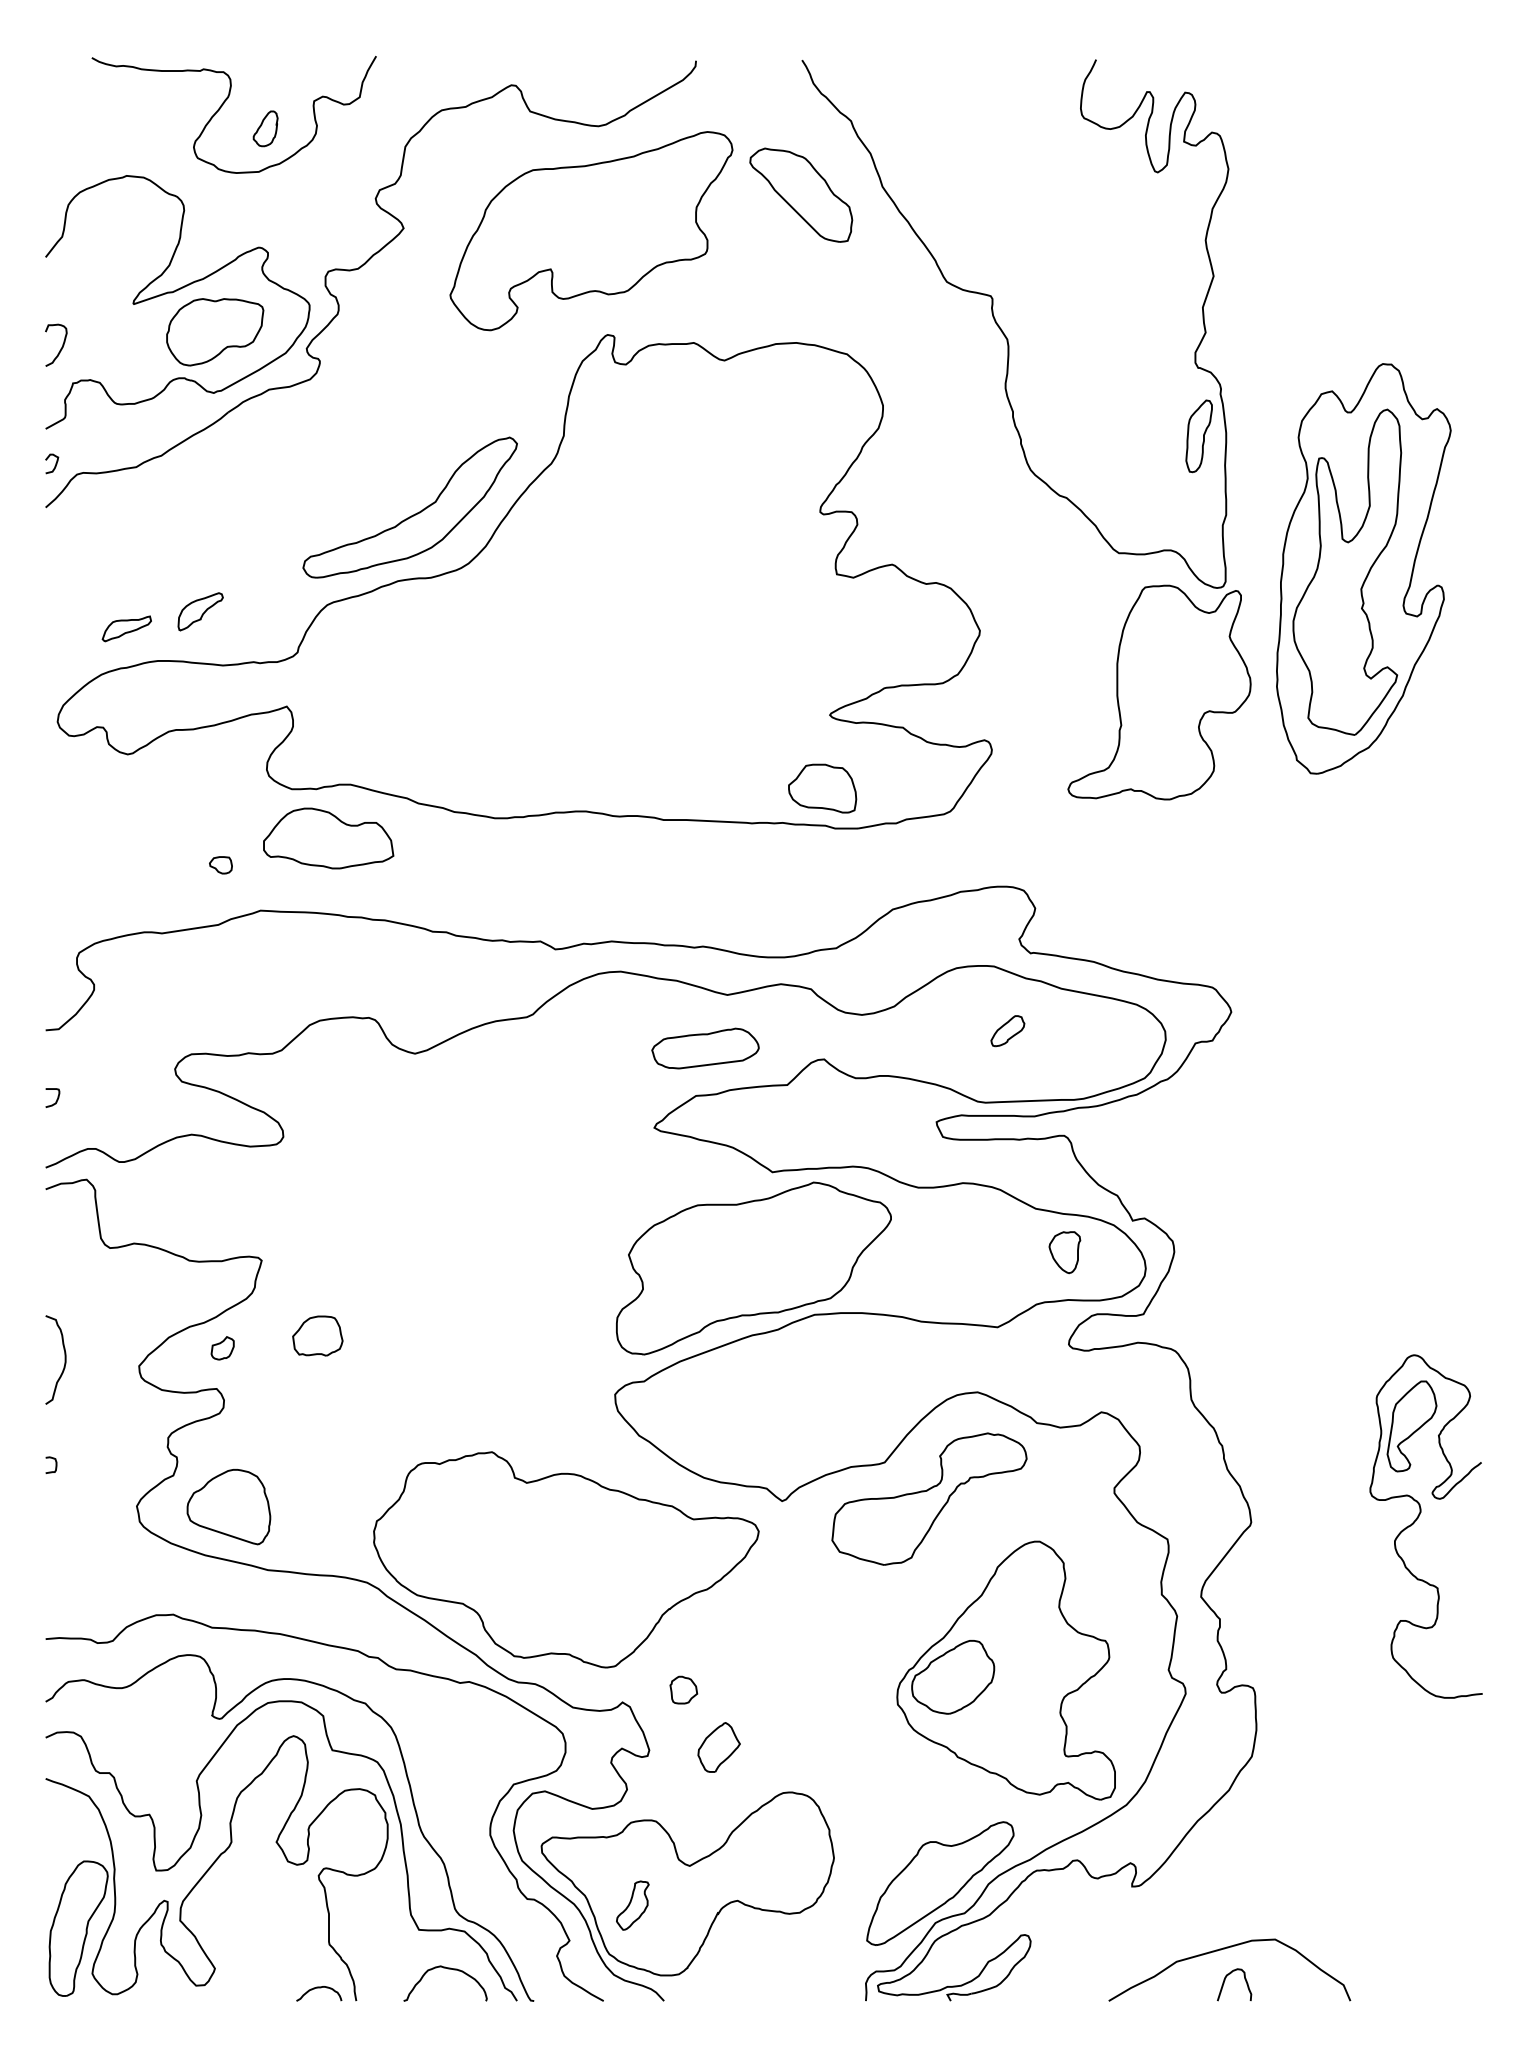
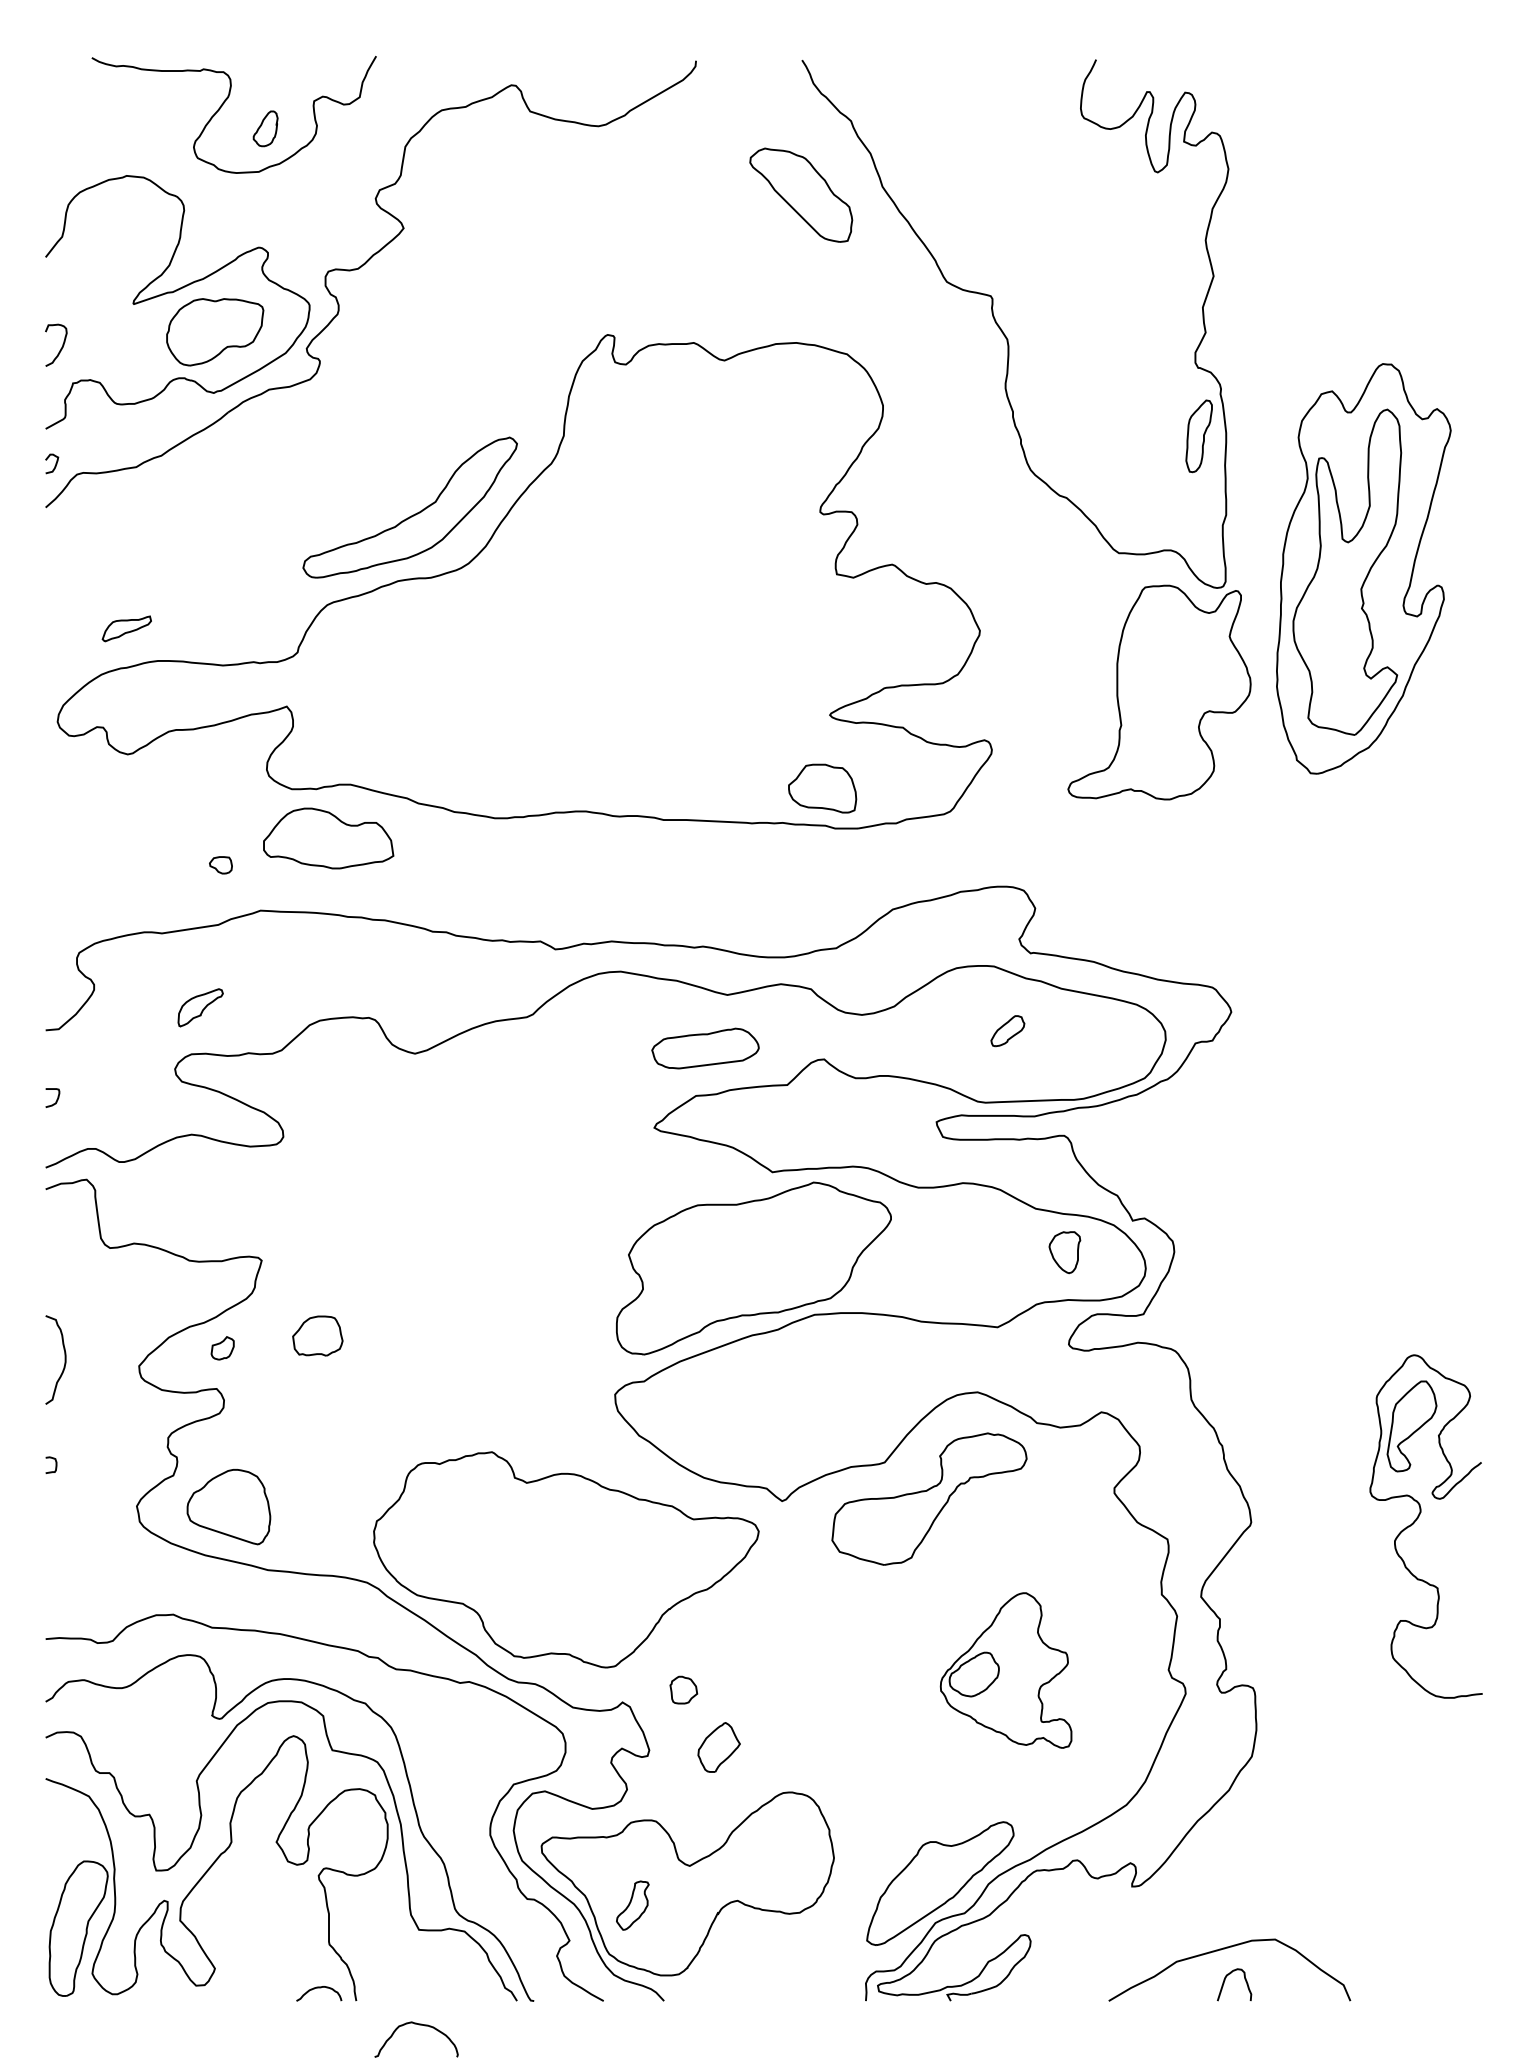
part at (591, 231): present -> none
part at (200, 611) position: (200, 611) -> (200, 1007)
part at (1005, 1670) size: 220x261 px -> 134x157 px
curve at (447, 1969) position: (447, 1969) -> (418, 2025)
